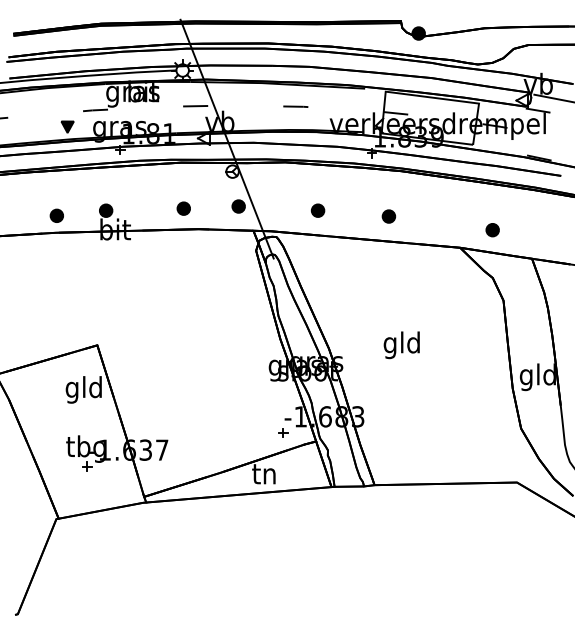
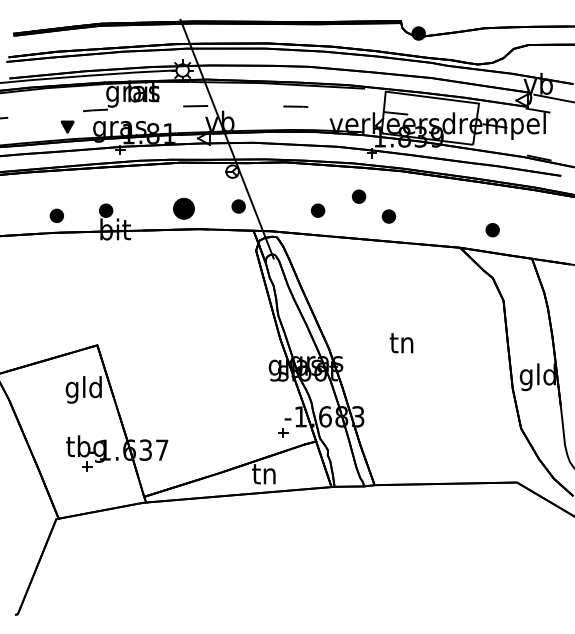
part at (358, 196): none -> present
part at (183, 208) size: 15x15 px -> 22x23 px
text at (401, 345): gld -> tn
